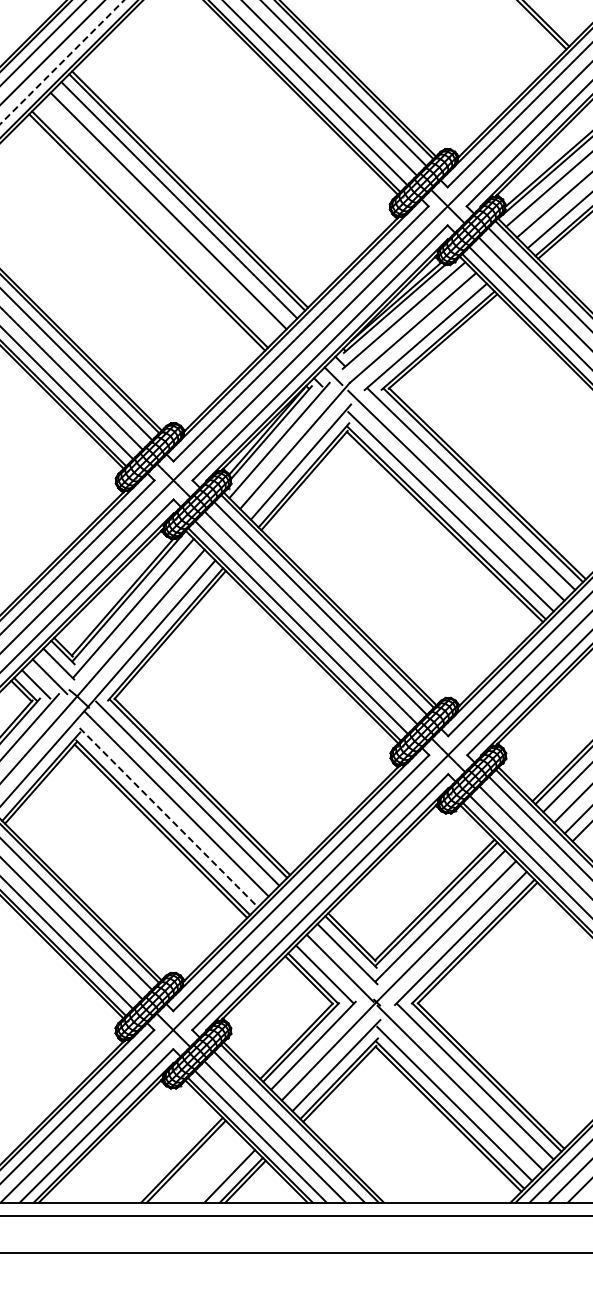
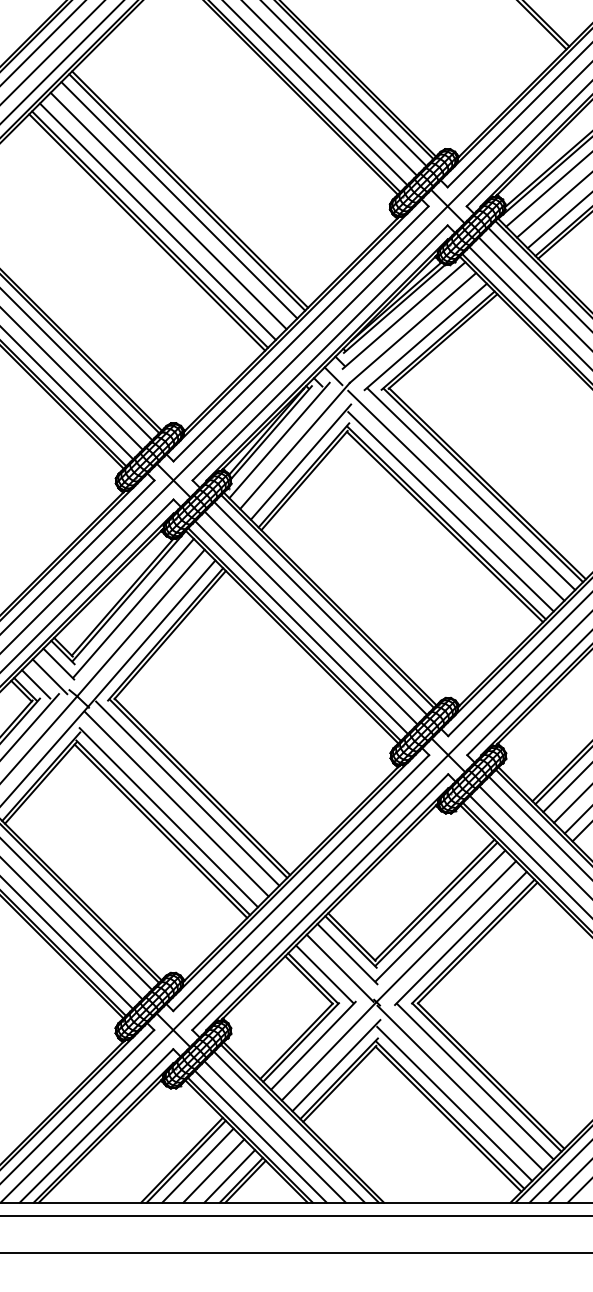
line at (61, 62): dashed -> solid
line at (157, 221): none -> present
line at (169, 818): dashed -> solid
line at (197, 1165): none -> present
line at (213, 1170): none -> present
